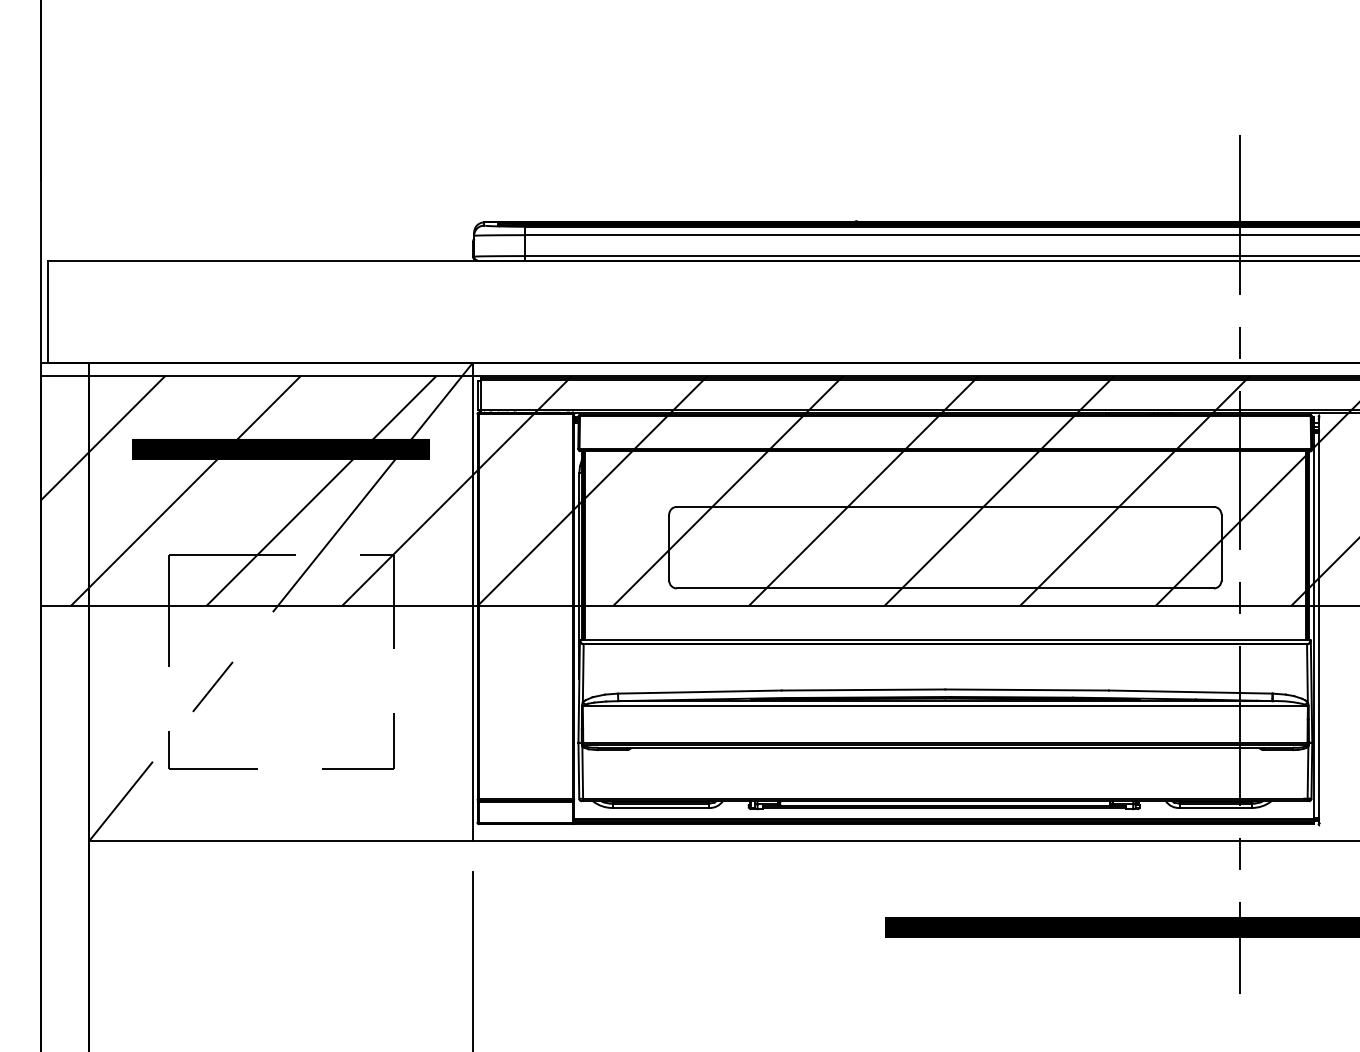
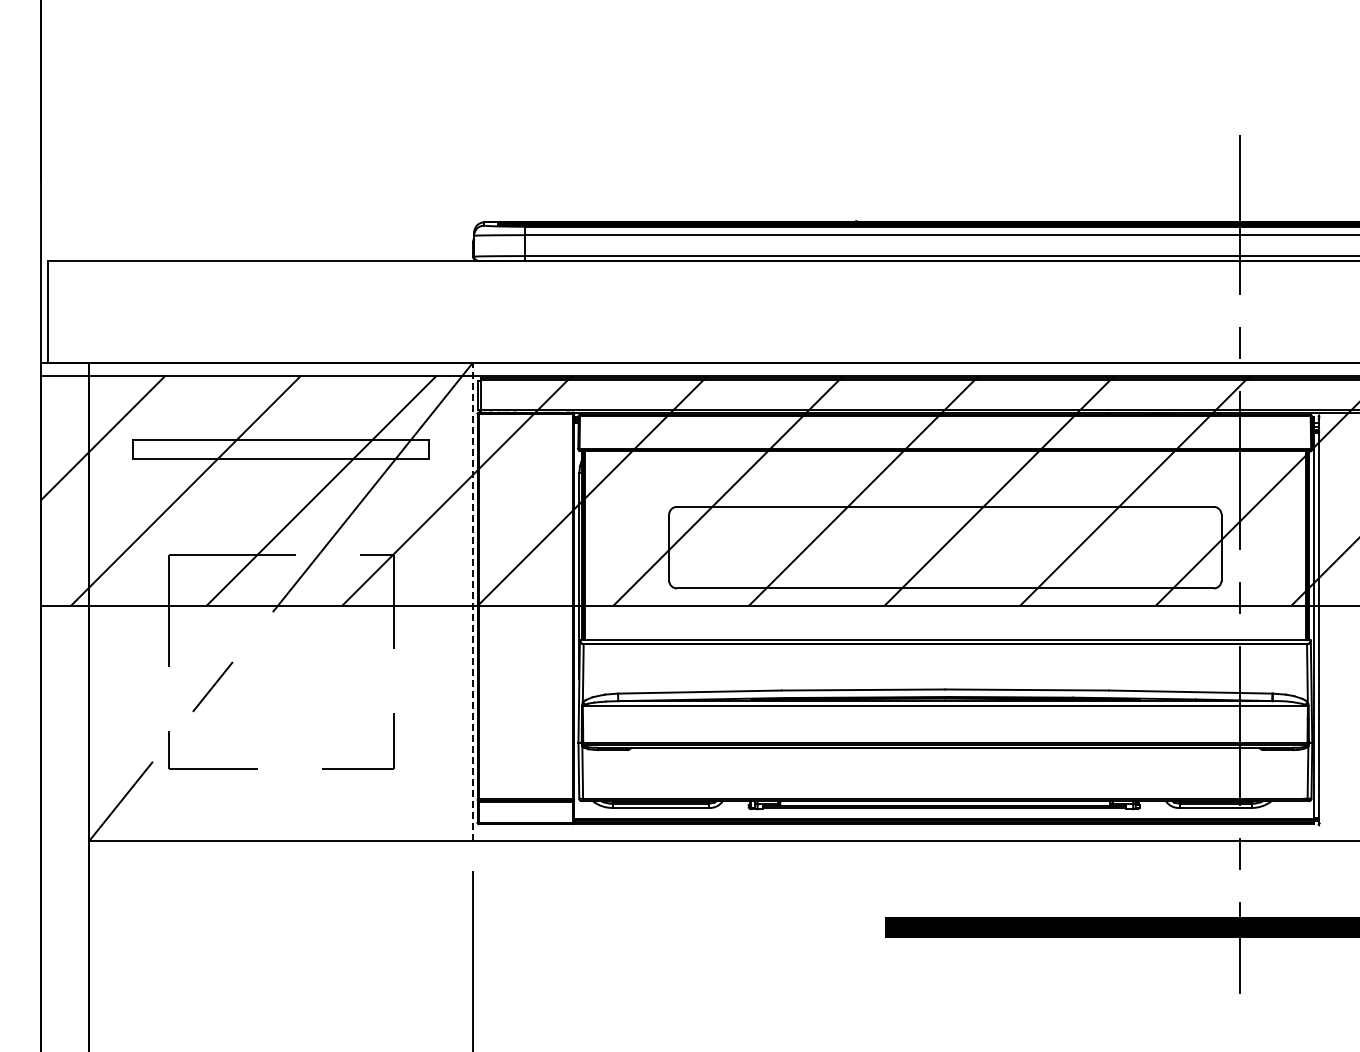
hatch at (280, 448): present -> none
line at (472, 601): solid -> dashed
